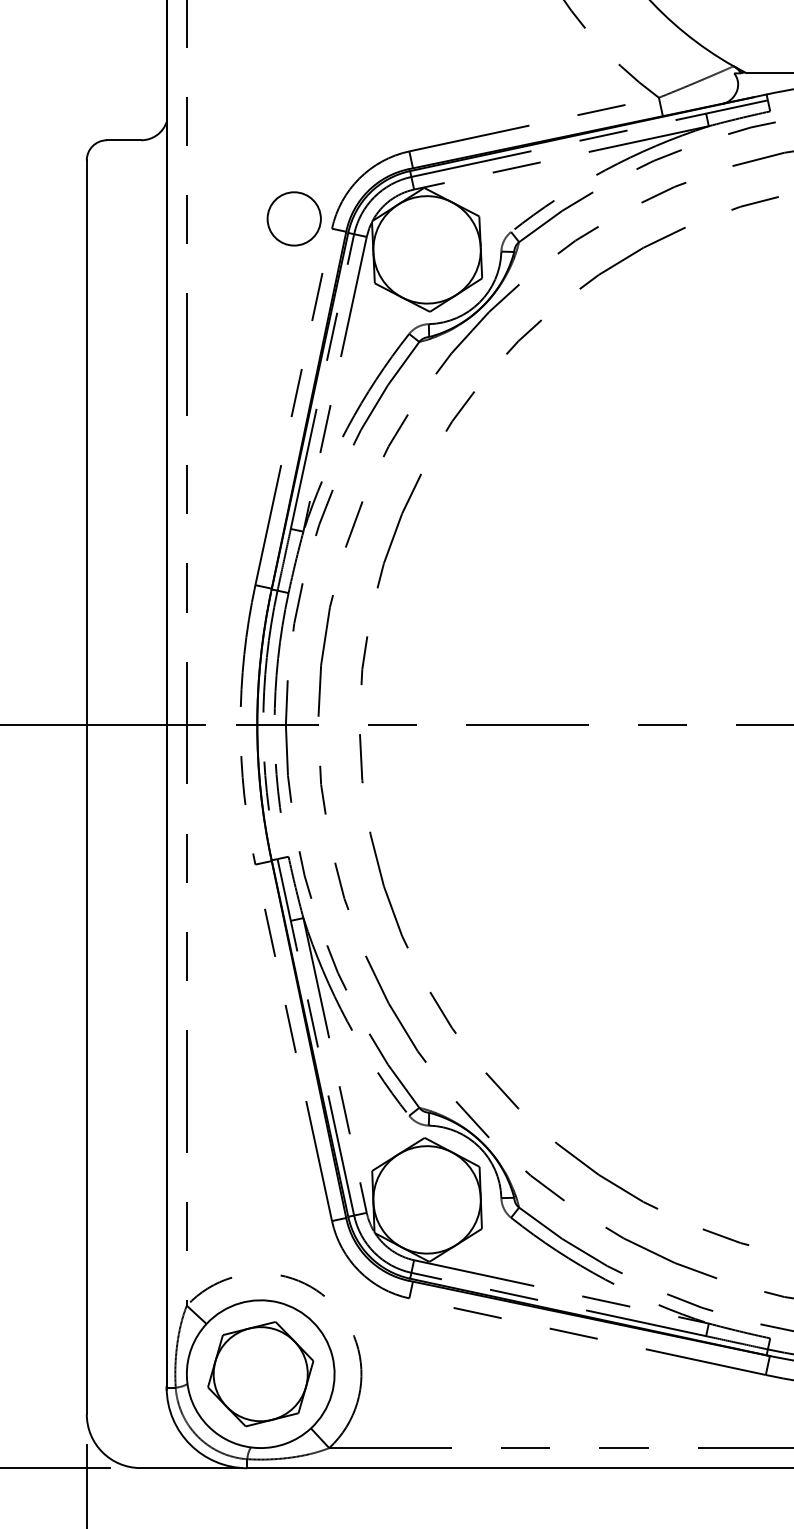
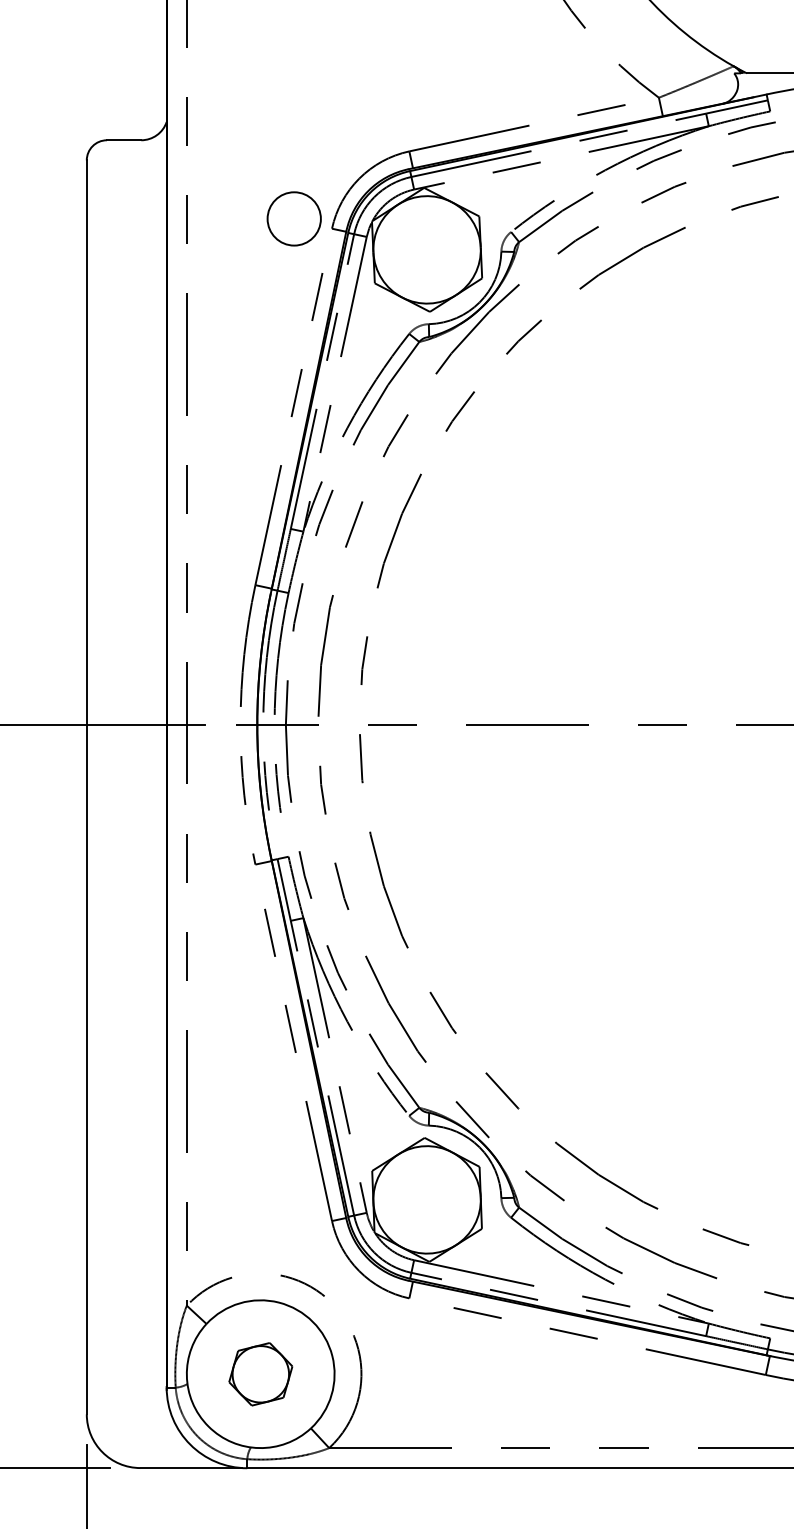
part at (260, 1374) size: 108x107 px -> 66x65 px
